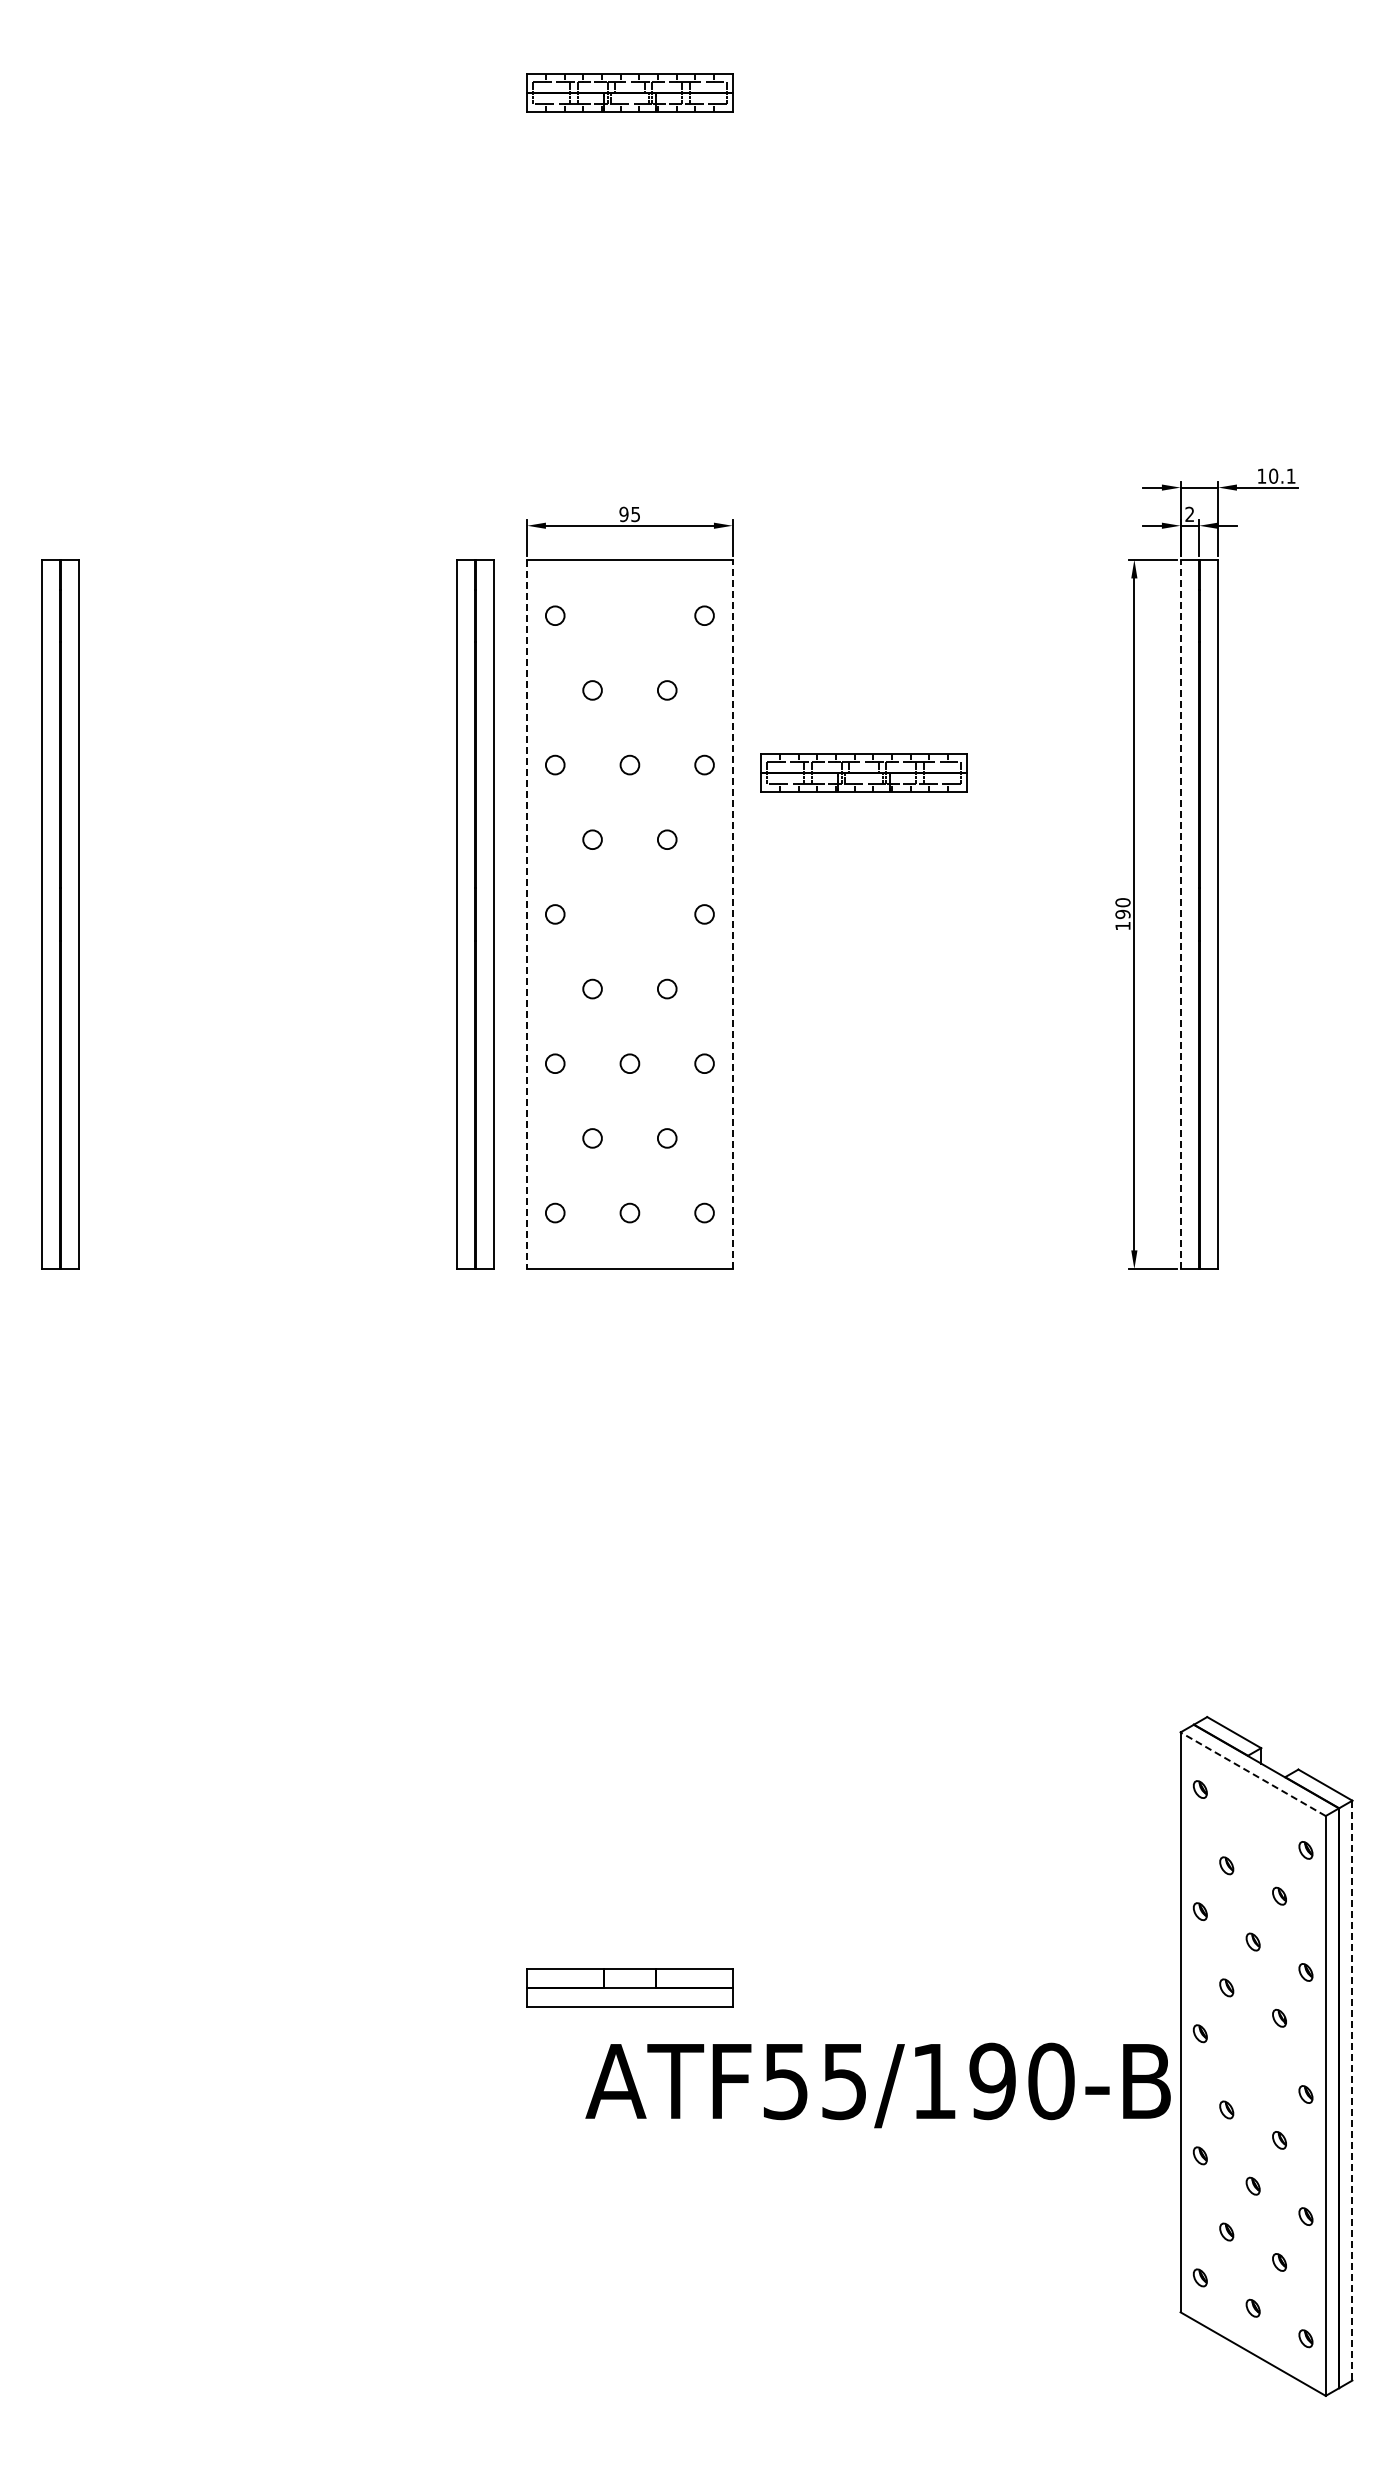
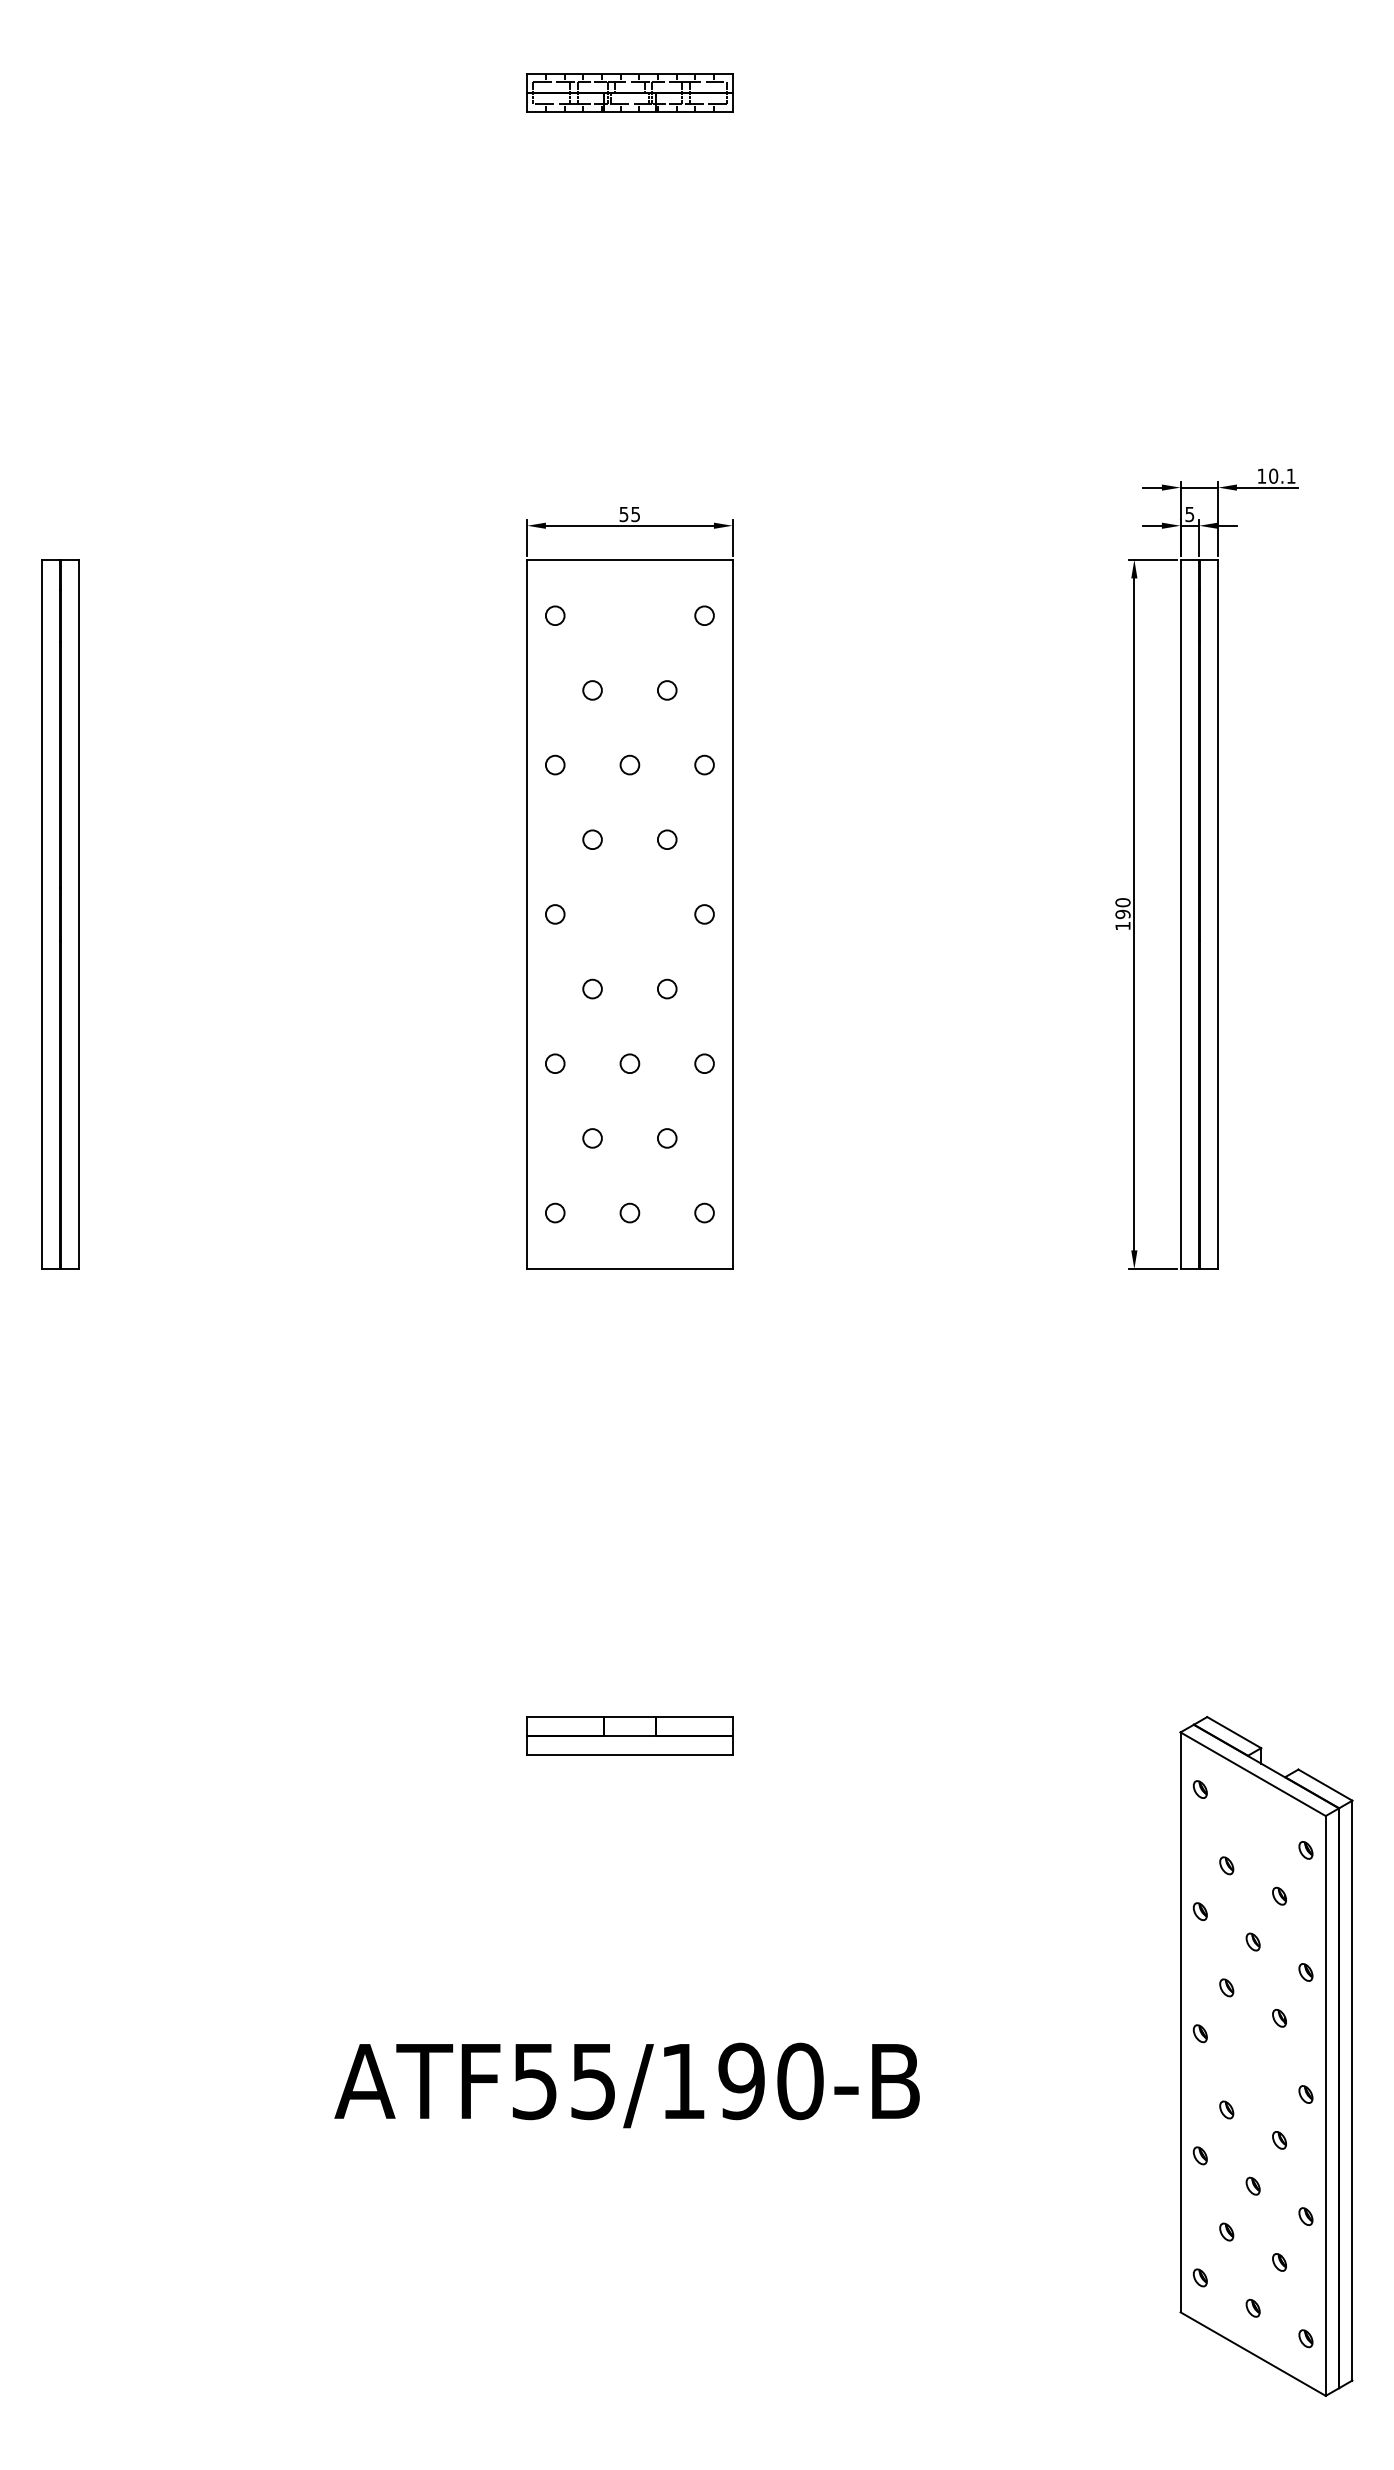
text at (623, 513): 95 -> 55
text at (1189, 514): 2 -> 5
part at (863, 772): present -> none
part at (475, 914): present -> none
line at (527, 914): dashed -> solid
line at (732, 914): dashed -> solid
line at (1180, 914): dashed -> solid
line at (1253, 1774): dashed -> solid
part at (629, 1987) position: (629, 1987) -> (629, 1735)
text at (877, 2085) position: (877, 2085) -> (626, 2085)
line at (1352, 2090): dashed -> solid
